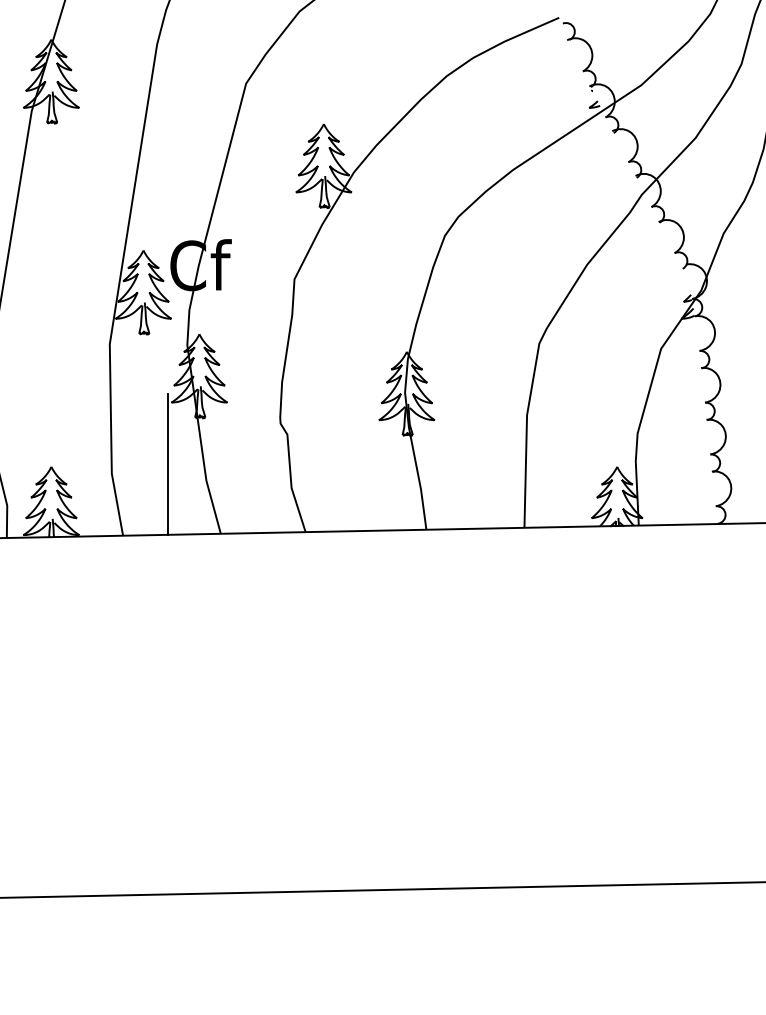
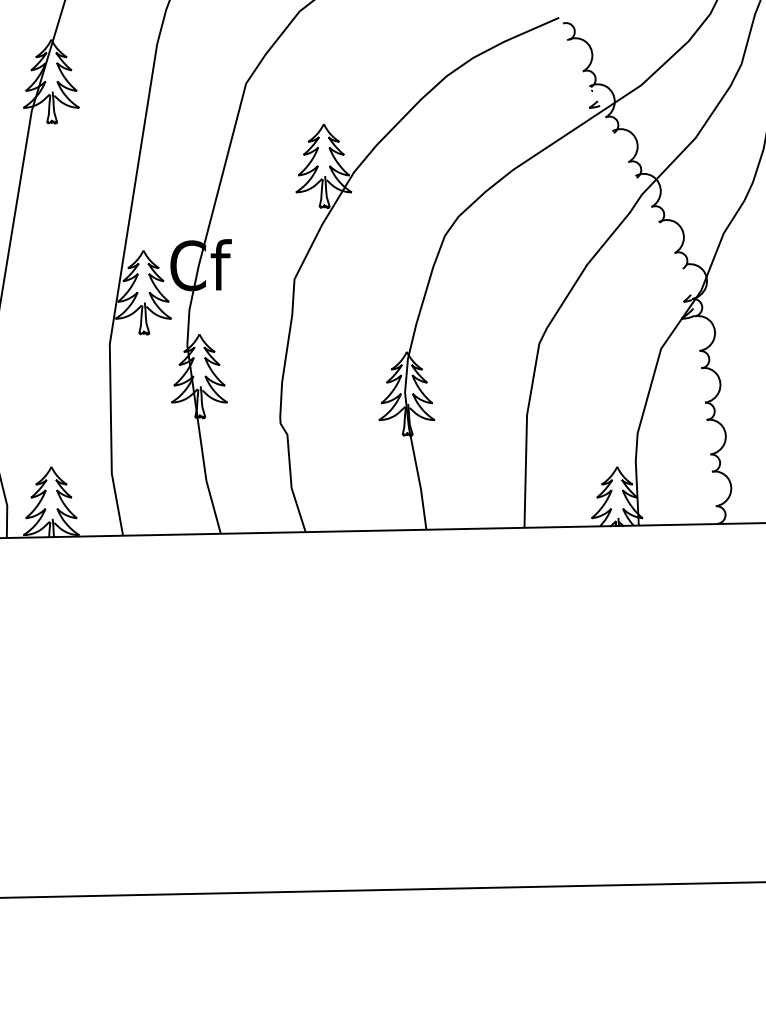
line at (168, 464): present -> none
